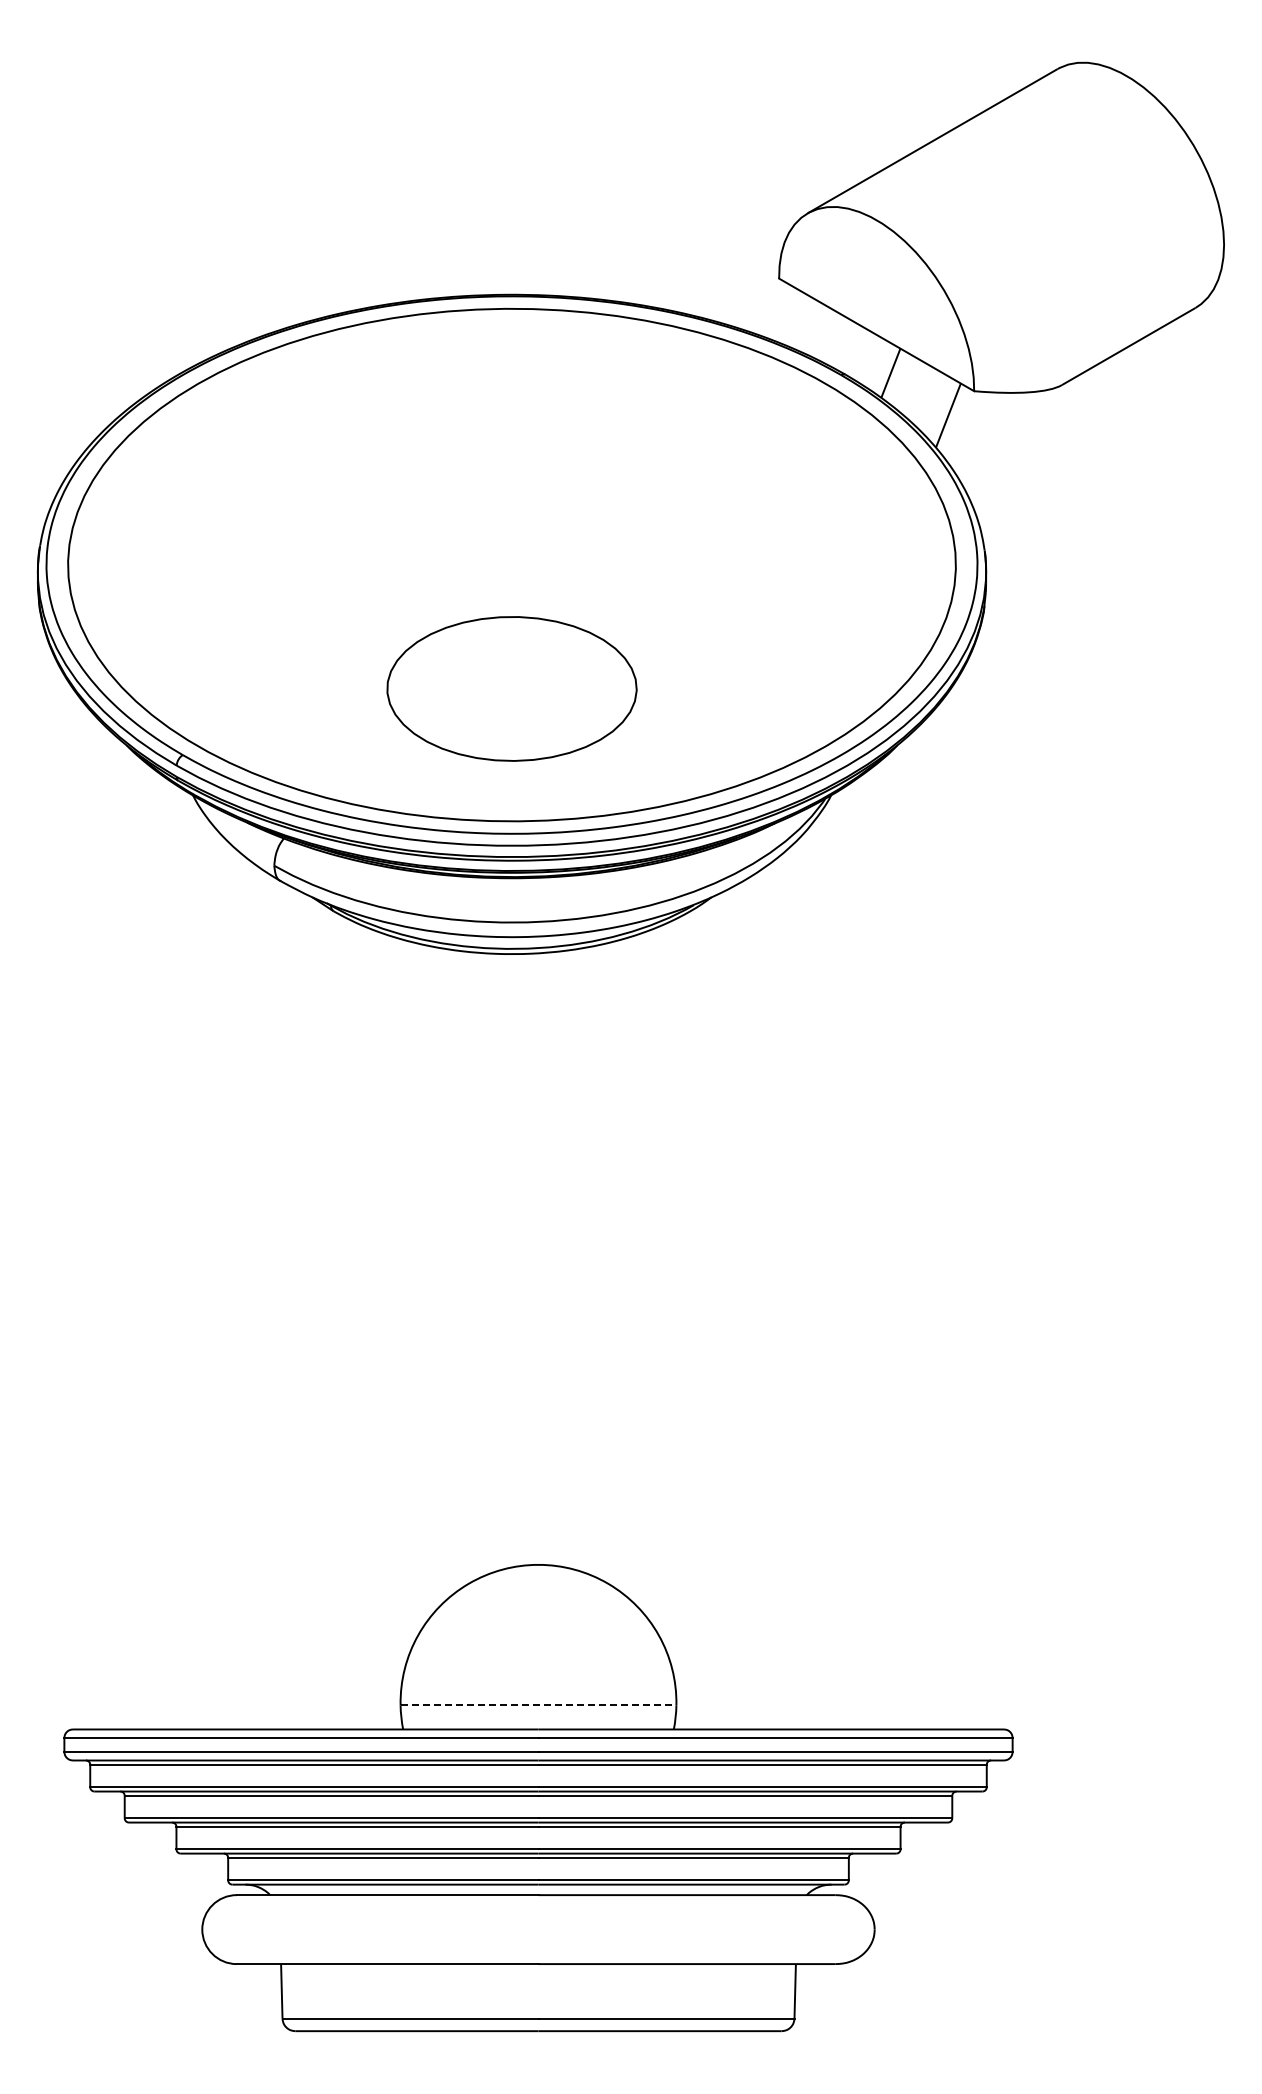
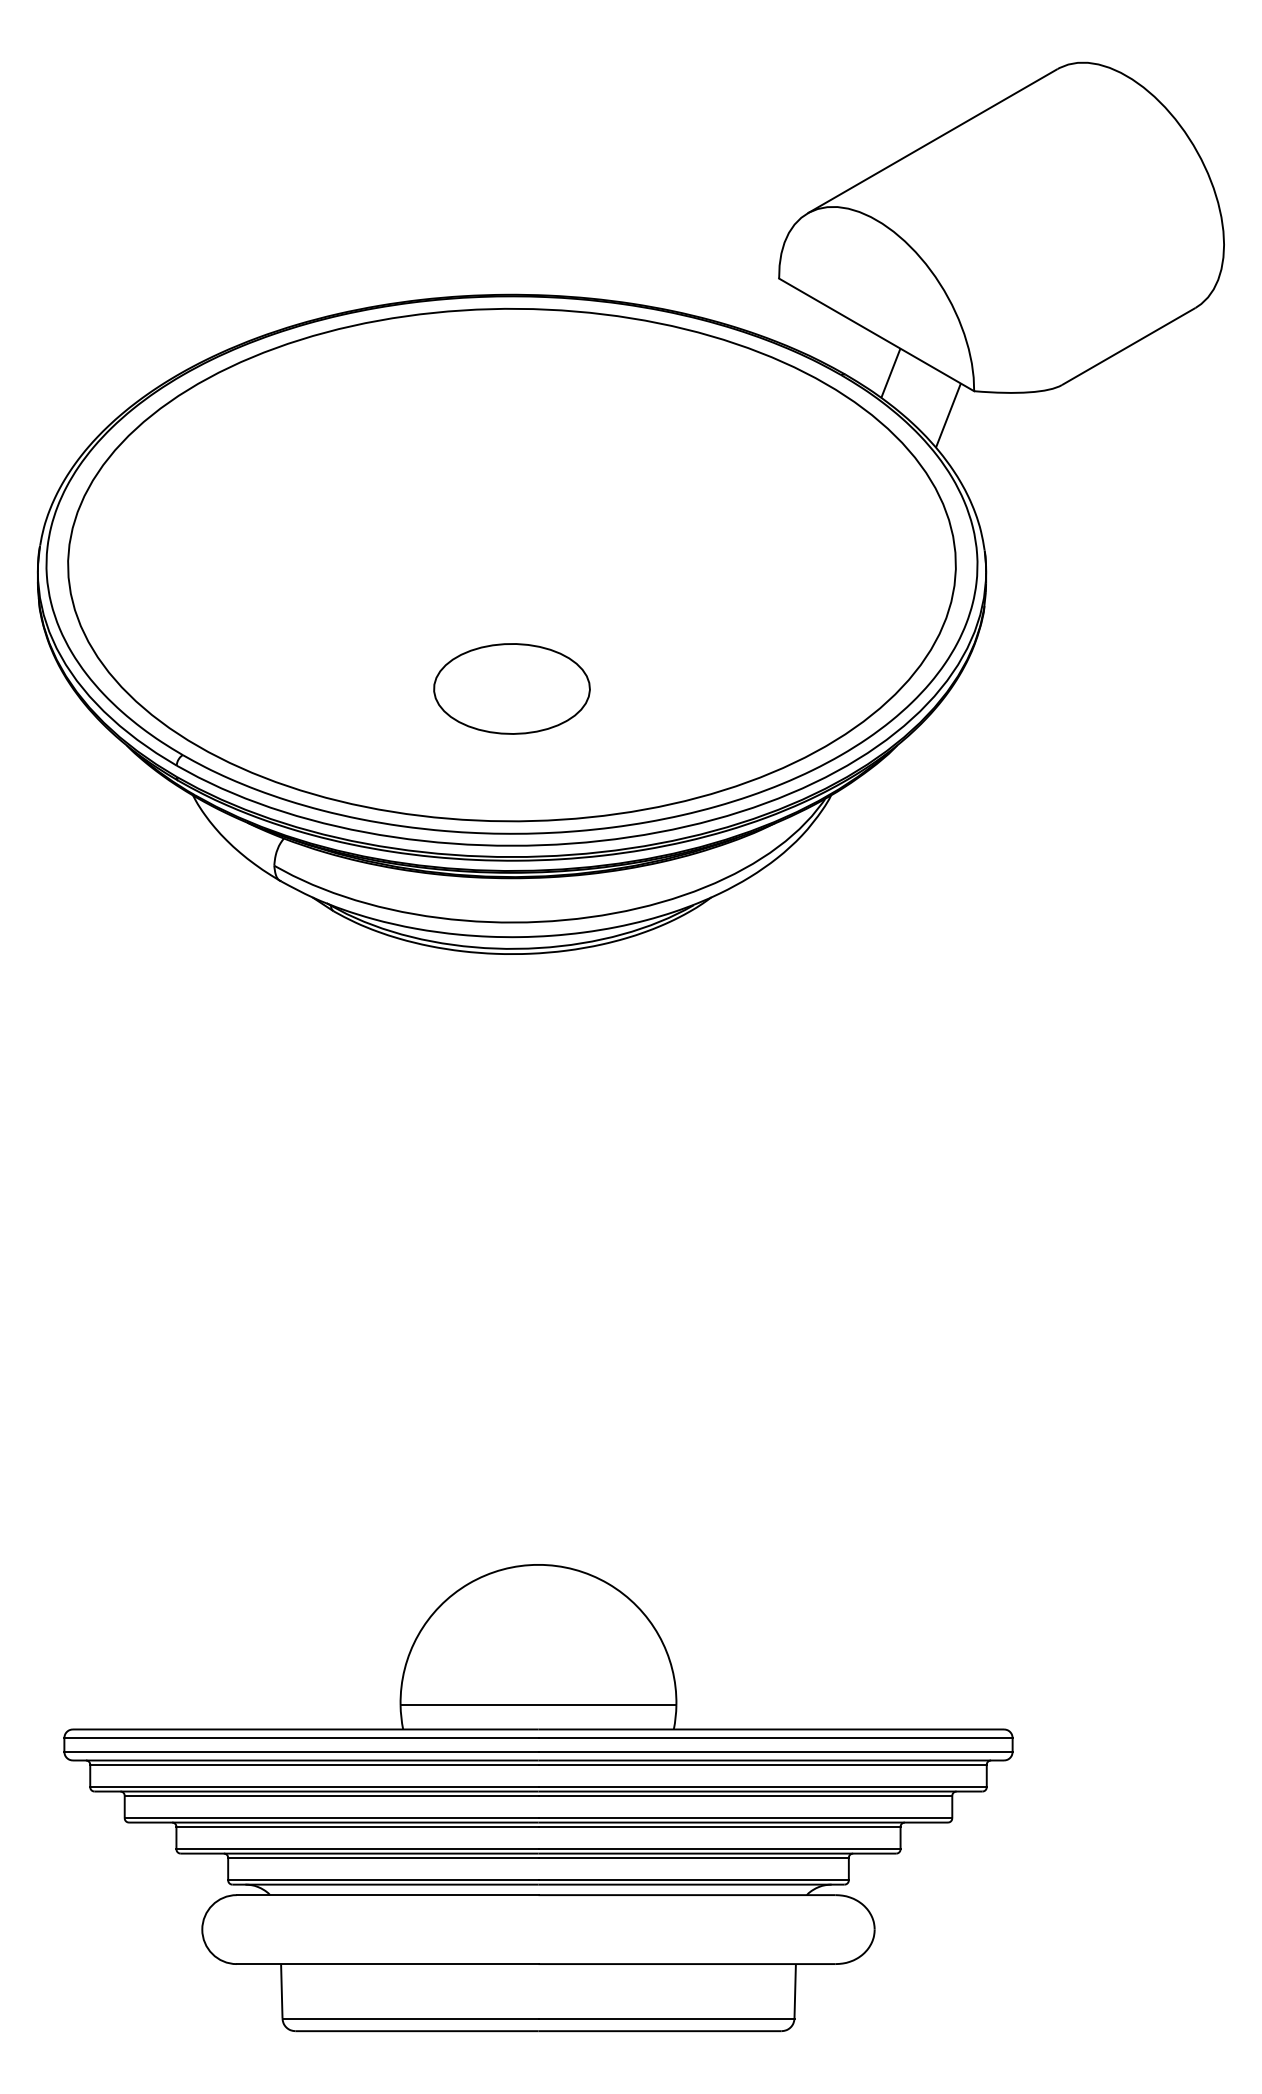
part at (511, 688) size: 252x146 px -> 158x92 px
line at (538, 1705): dashed -> solid
